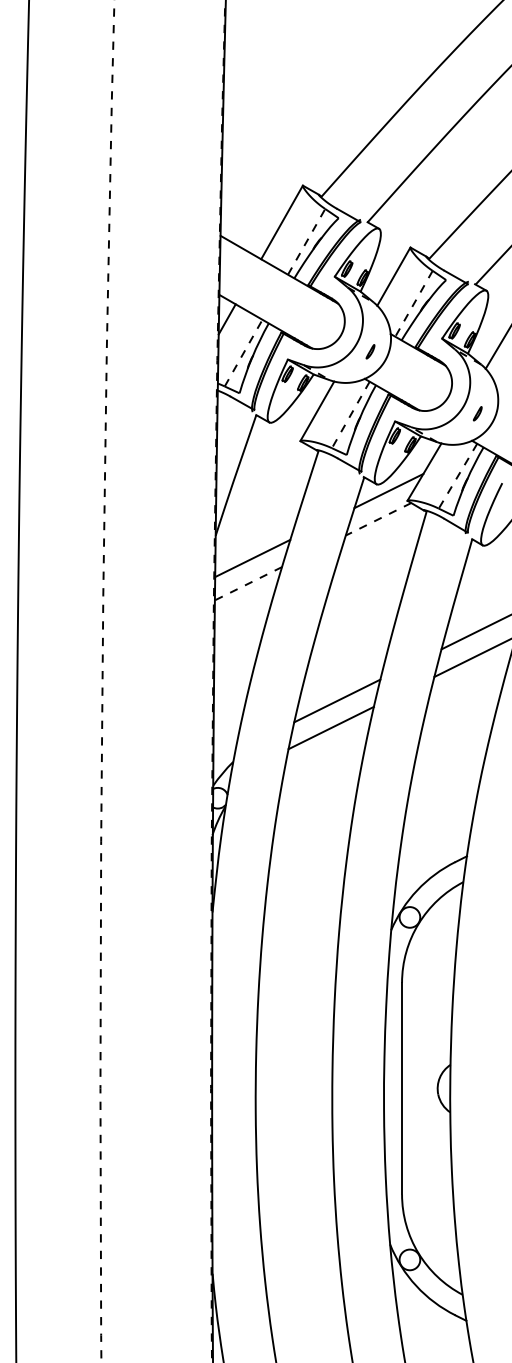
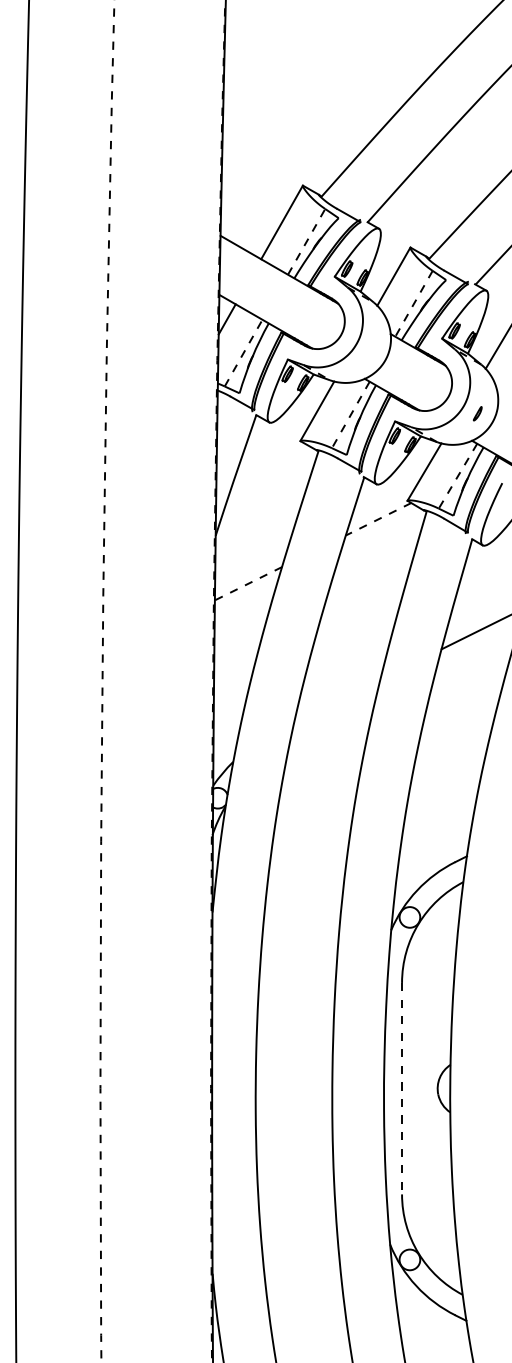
part at (370, 351): present -> none
line at (388, 490): present -> none
line at (252, 558): present -> none
line at (471, 658): present -> none
line at (337, 700): present -> none
line at (330, 727): present -> none
line at (402, 1088): solid -> dashed
